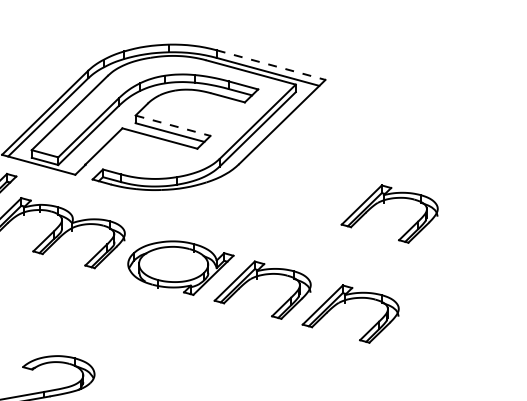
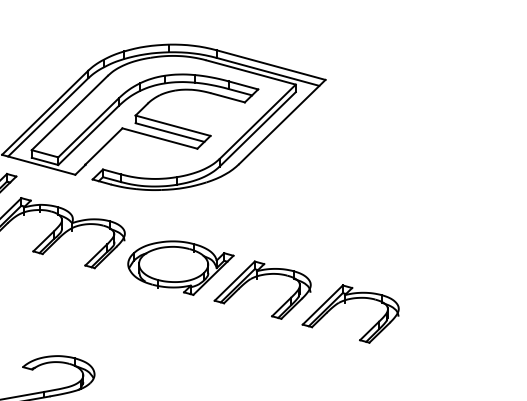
line at (271, 65): dashed -> solid
line at (173, 125): dashed -> solid
part at (384, 203): present -> none
